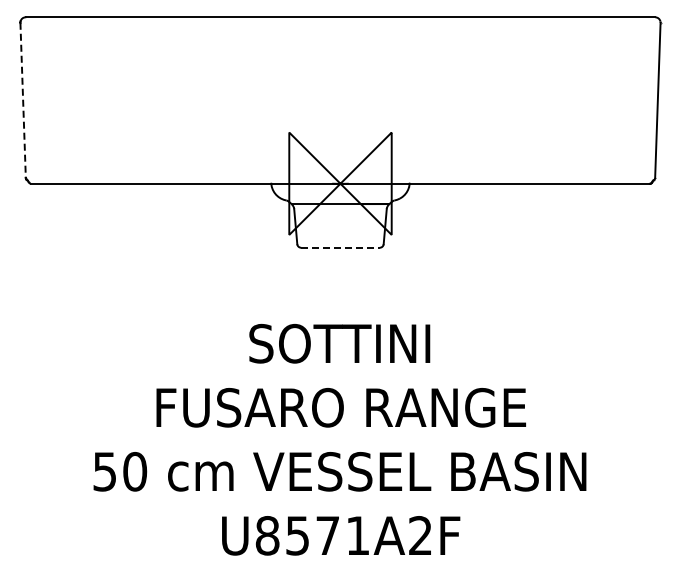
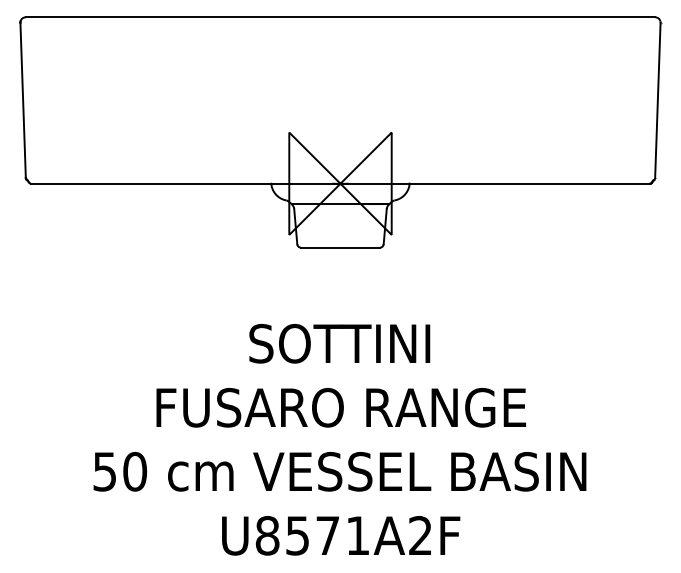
line at (23, 100): dashed -> solid
line at (340, 247): dashed -> solid
